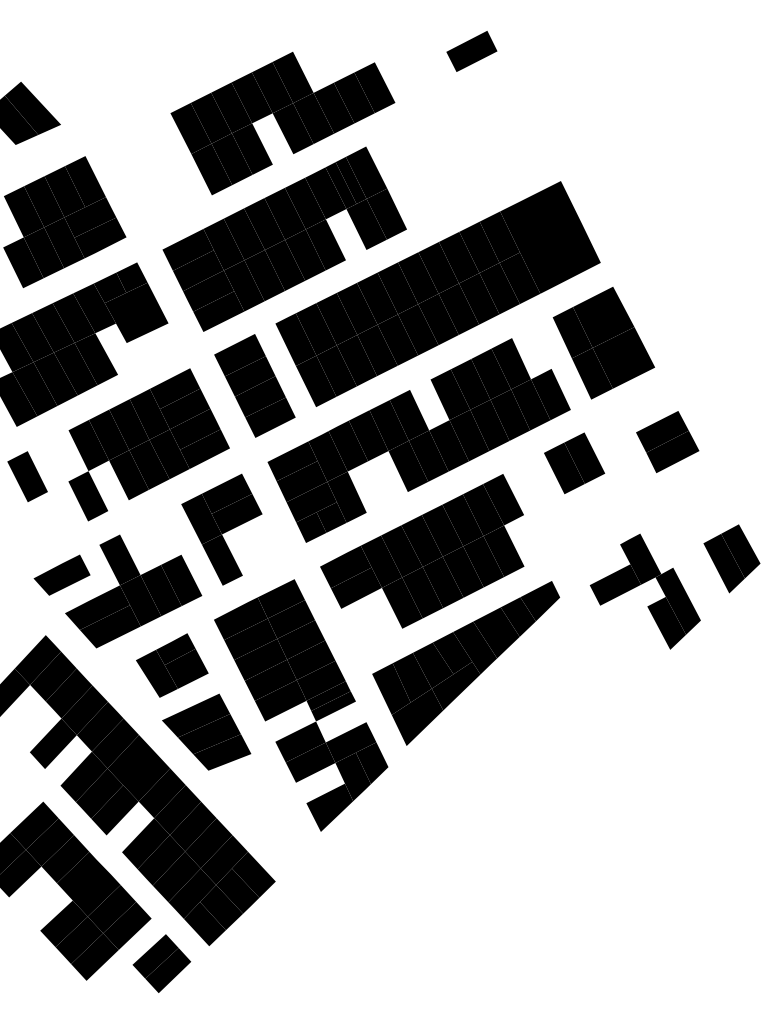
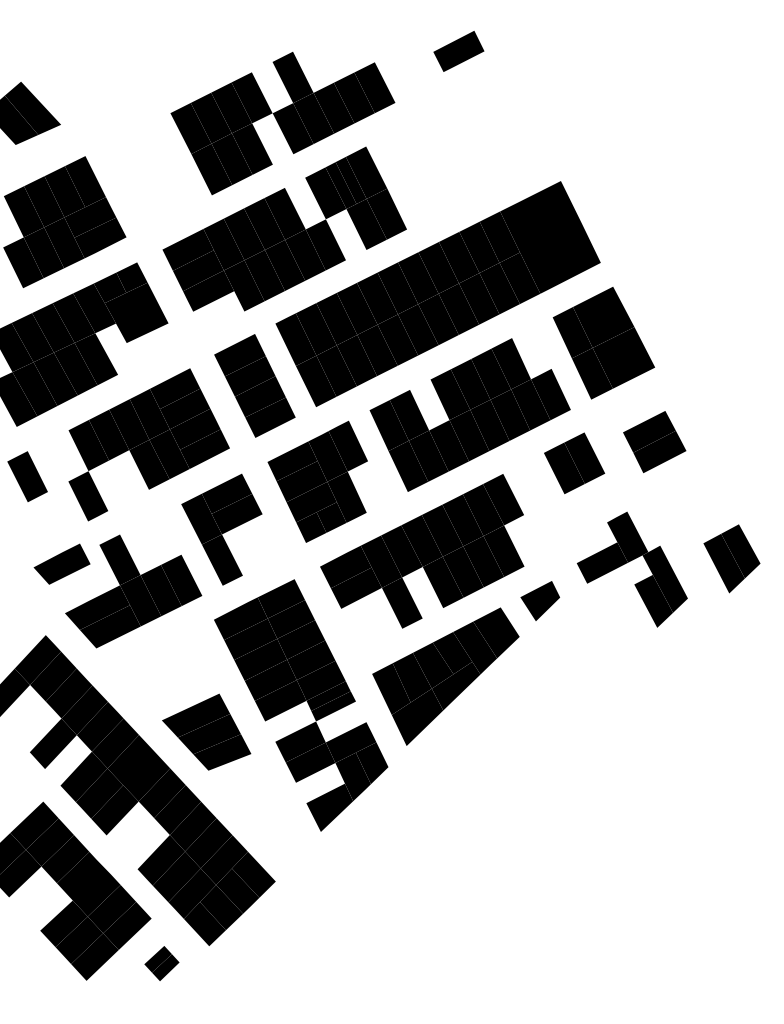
part at (471, 51) position: (471, 51) -> (458, 51)
fill at (272, 87): present -> none
fill at (304, 203): present -> none
fill at (218, 311): present -> none
fill at (368, 435): present -> none
part at (667, 441) position: (667, 441) -> (654, 441)
fill at (128, 475): present -> none
part at (61, 574) position: (61, 574) -> (61, 563)
part at (640, 585) position: (640, 585) -> (627, 563)
fill at (422, 592): present -> none
fill at (517, 616): present -> none
part at (172, 665): present -> none
fill at (145, 843): present -> none
part at (161, 963) size: 60x59 px -> 36x35 px
